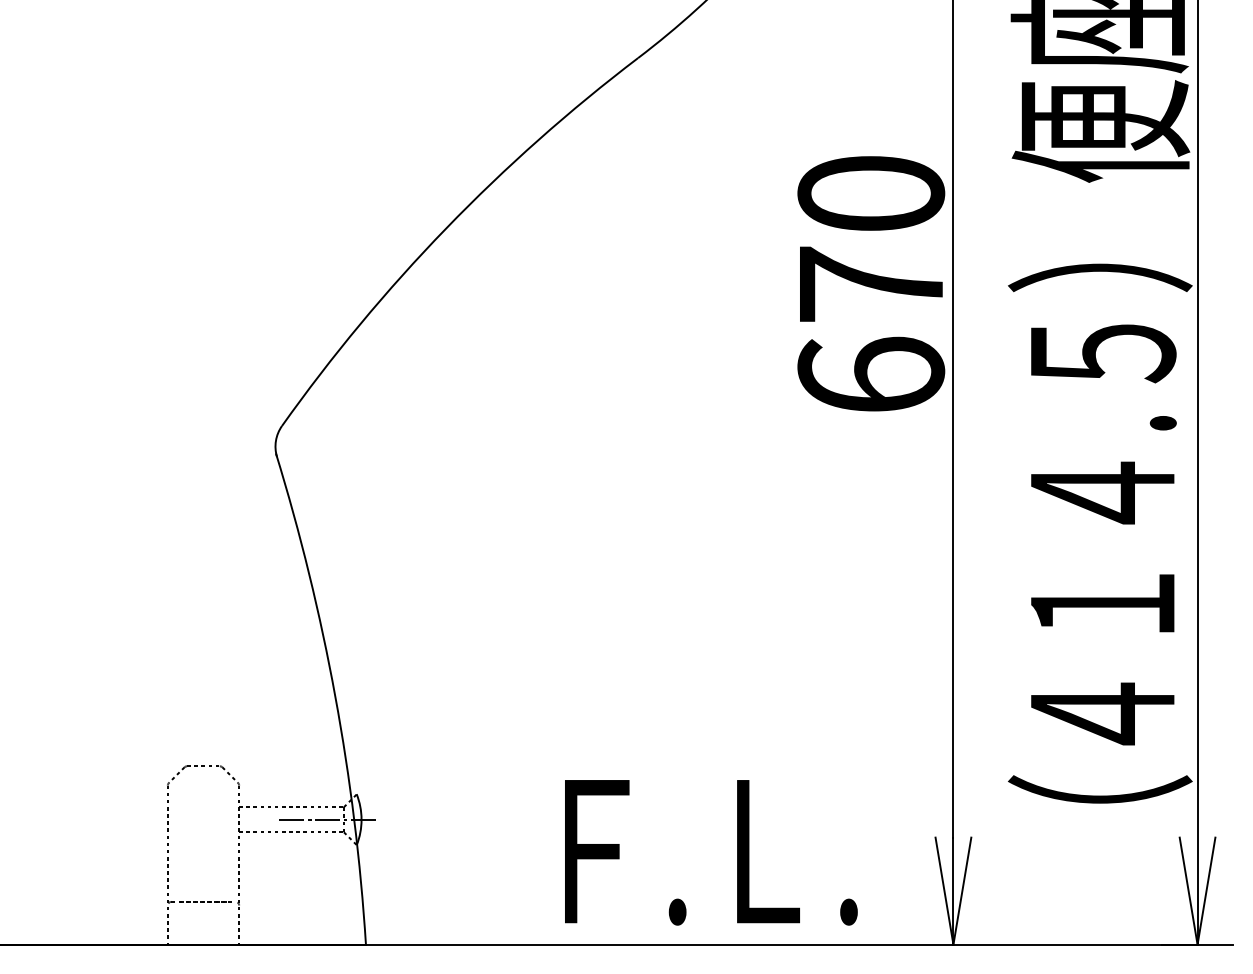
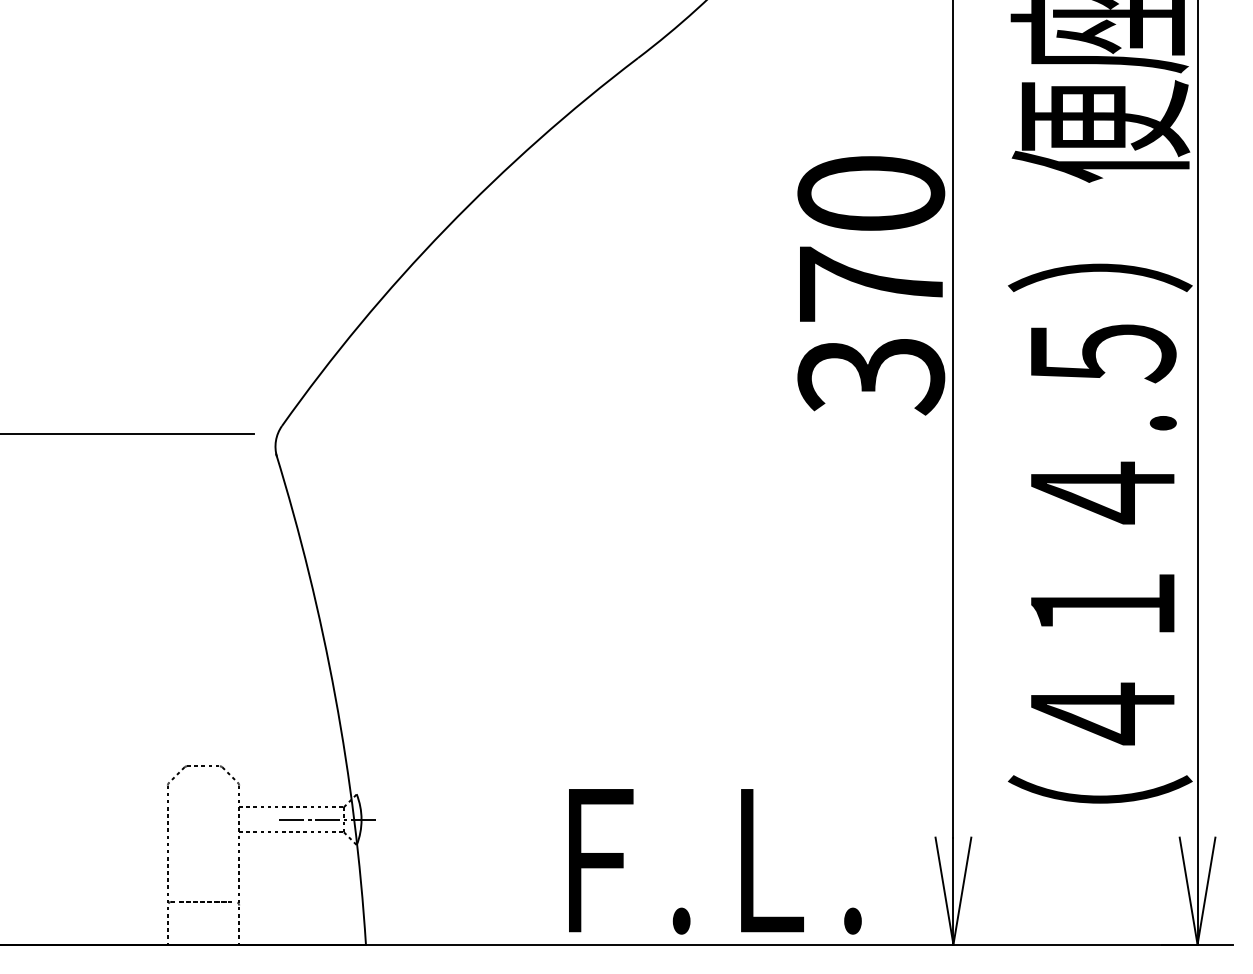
text at (871, 375): 670 -> 370
line at (128, 434): none -> present
text at (711, 852) position: (711, 852) -> (715, 861)
